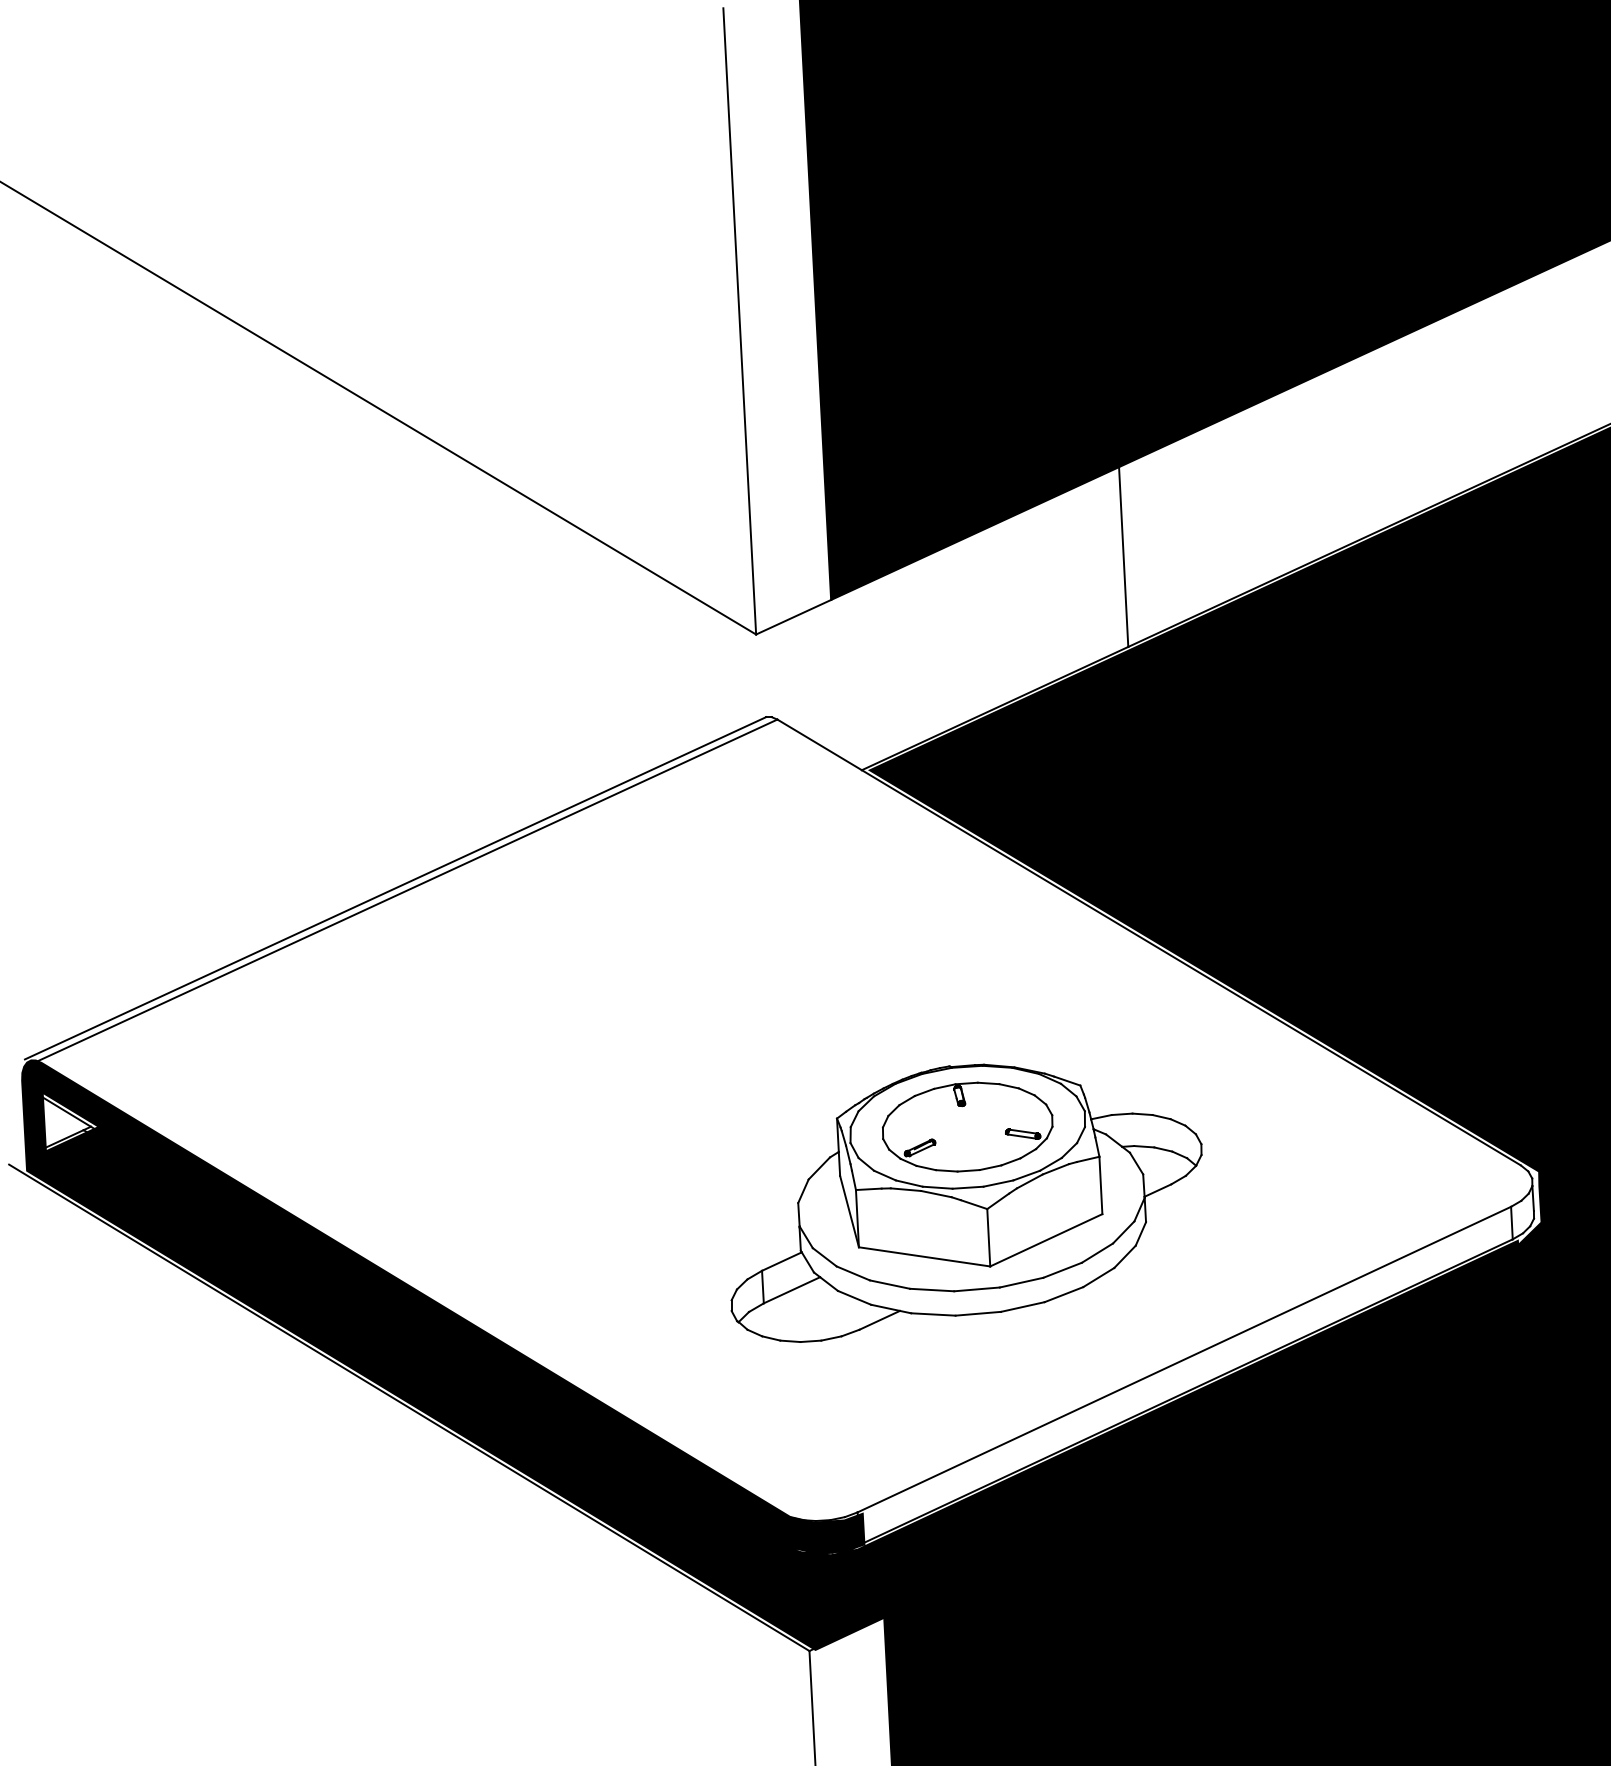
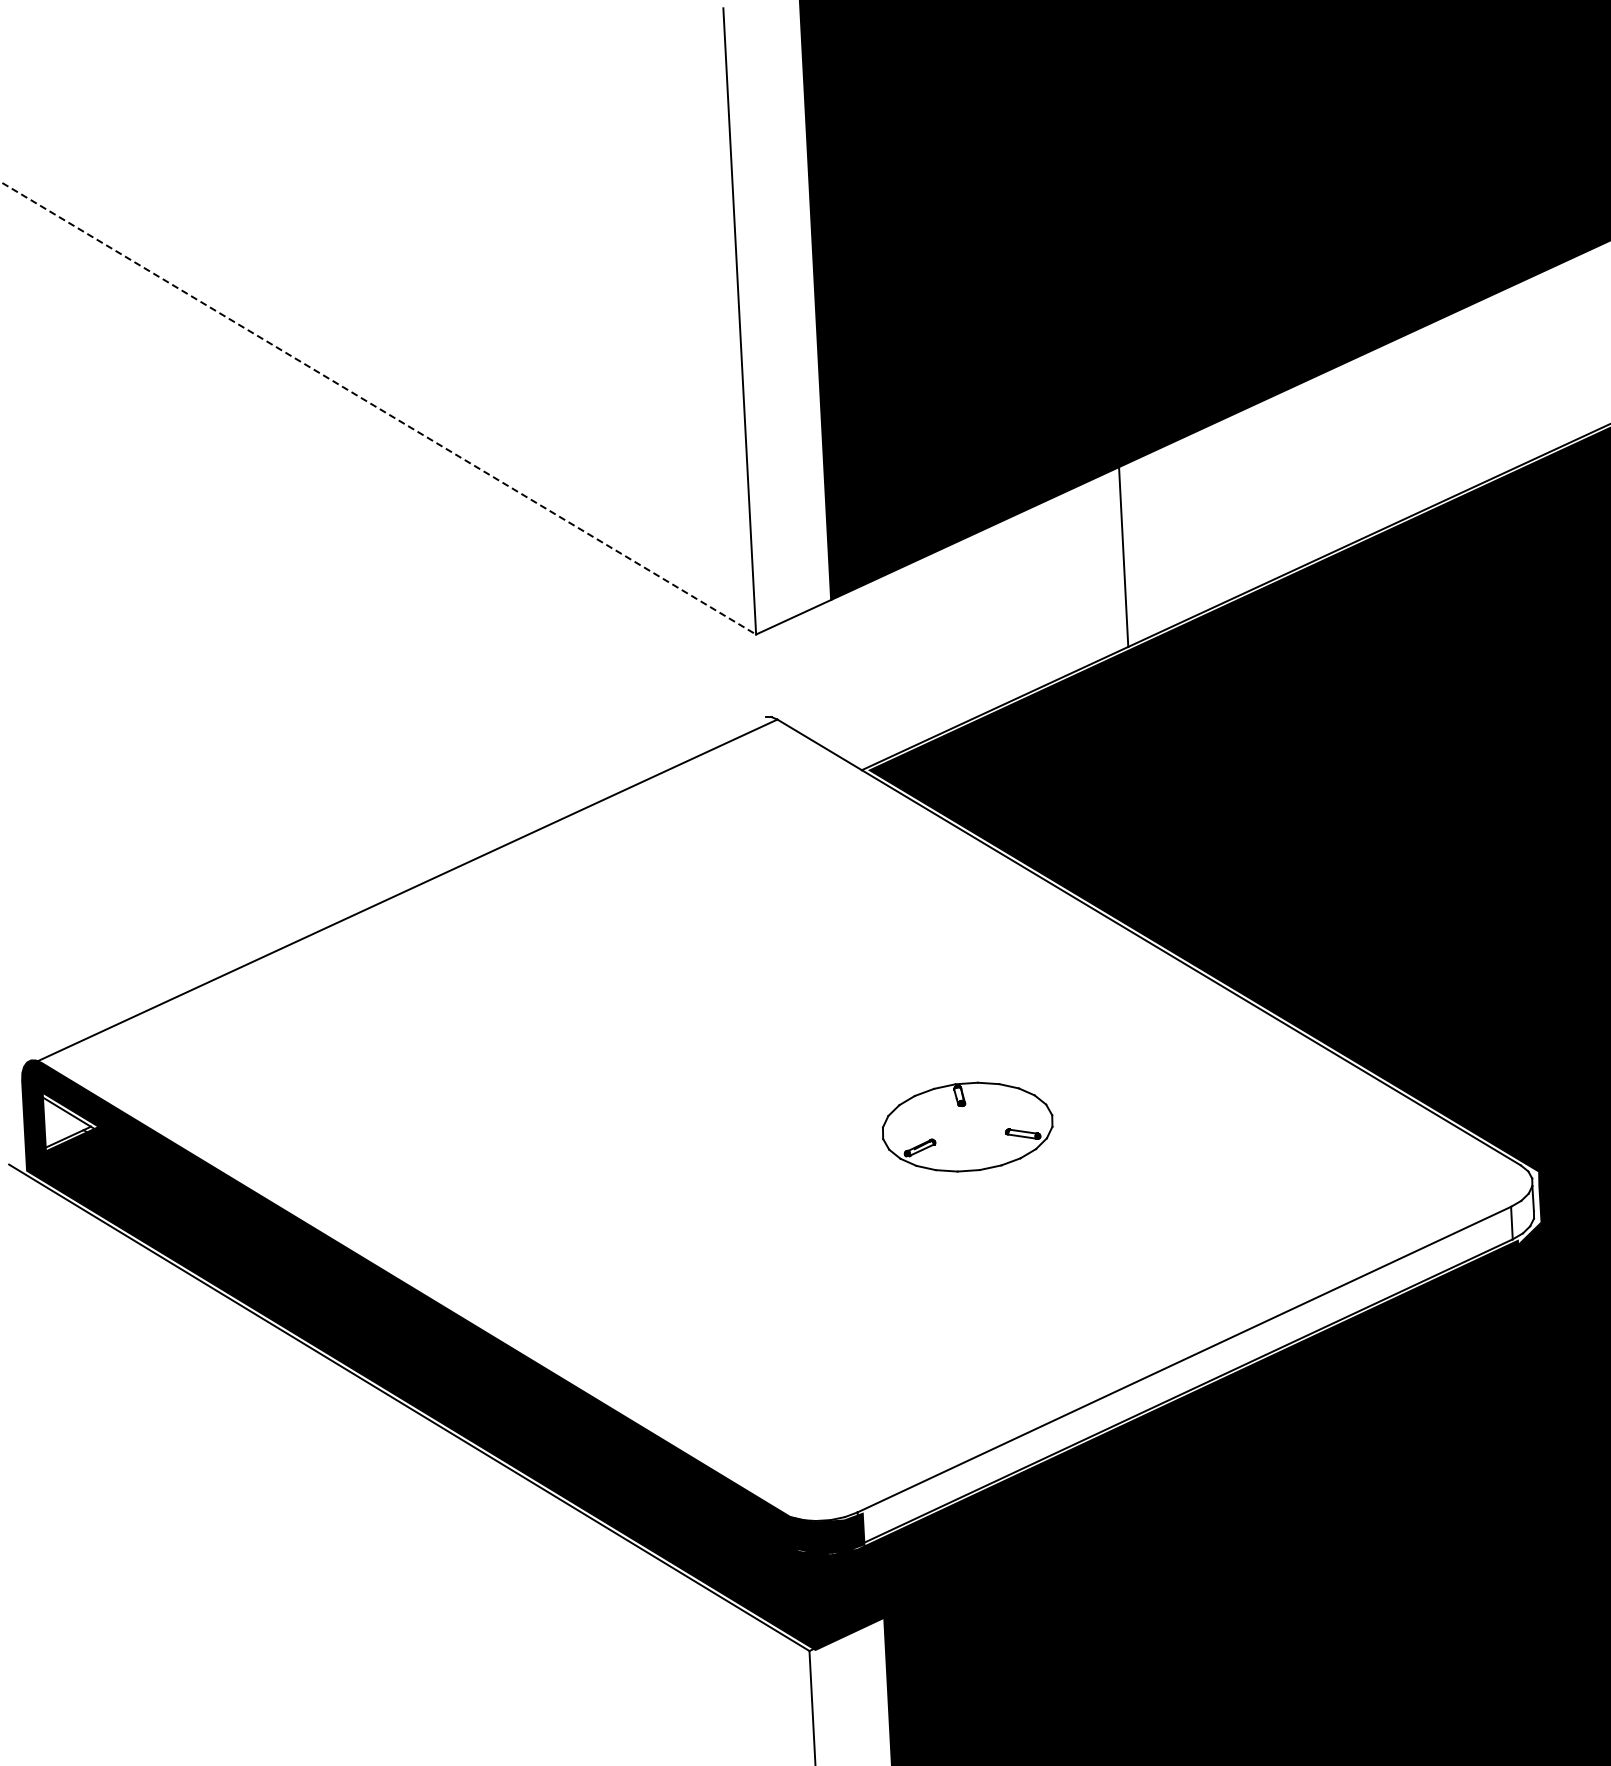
line at (378, 408): solid -> dashed
line at (395, 888): present -> none
part at (966, 1202): present -> none
